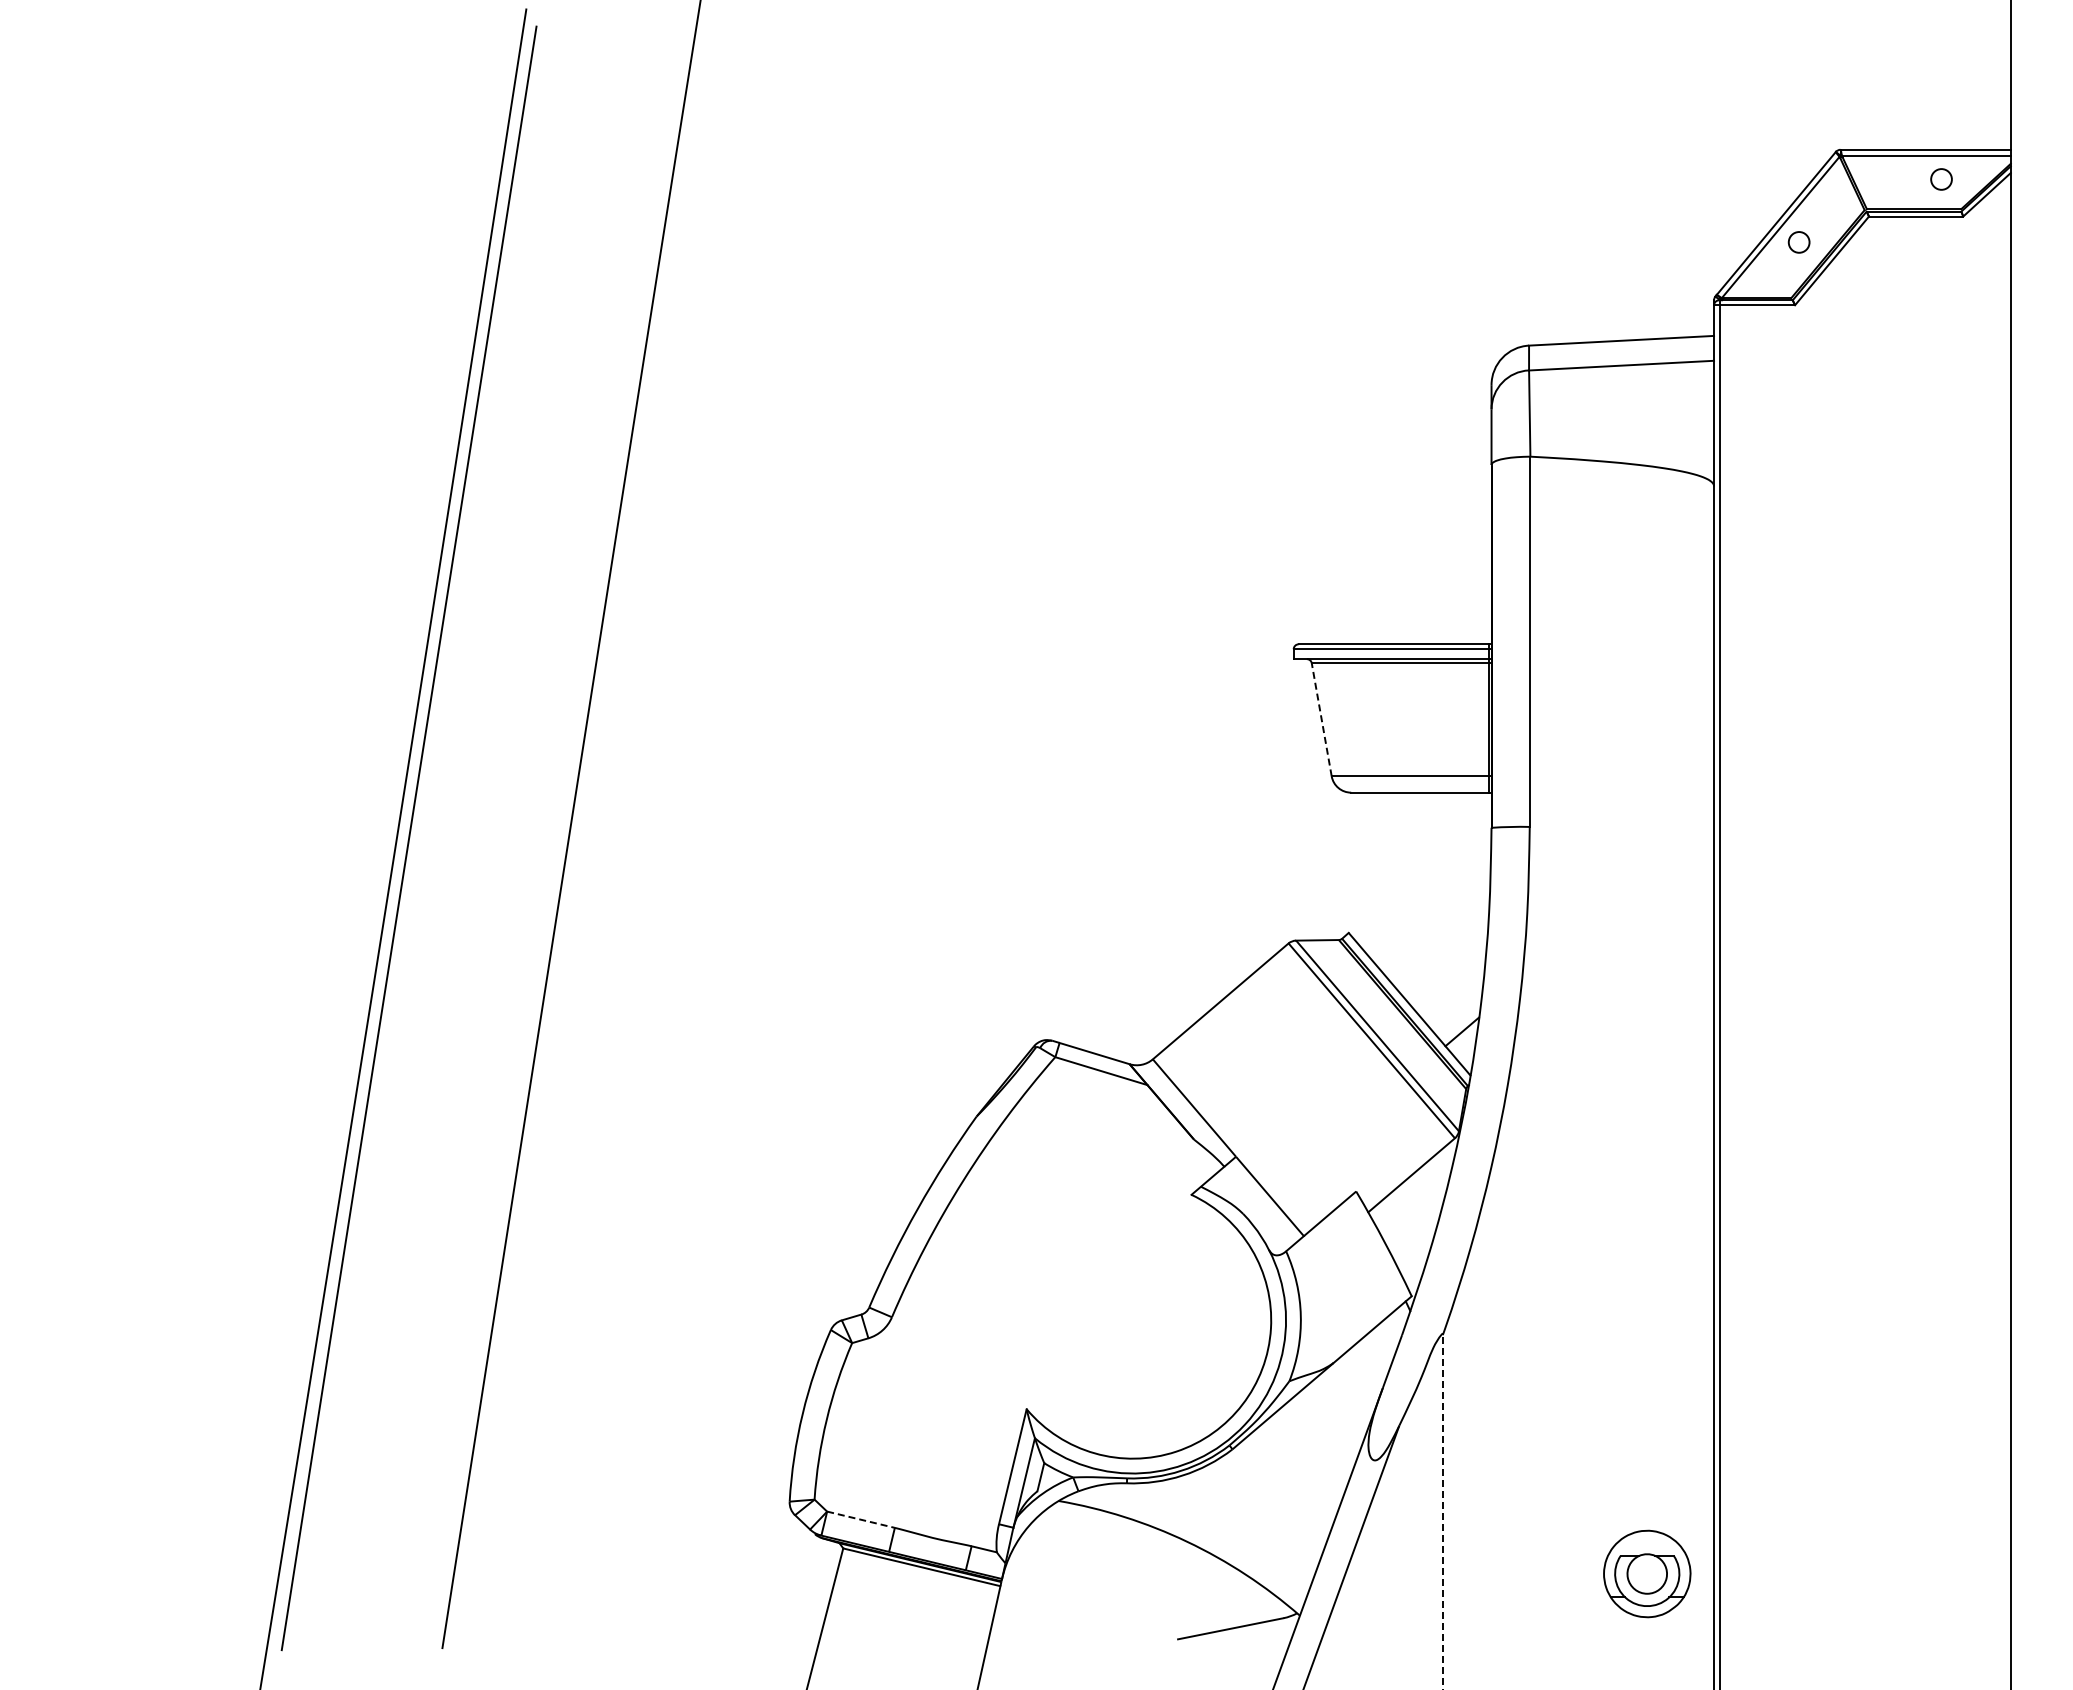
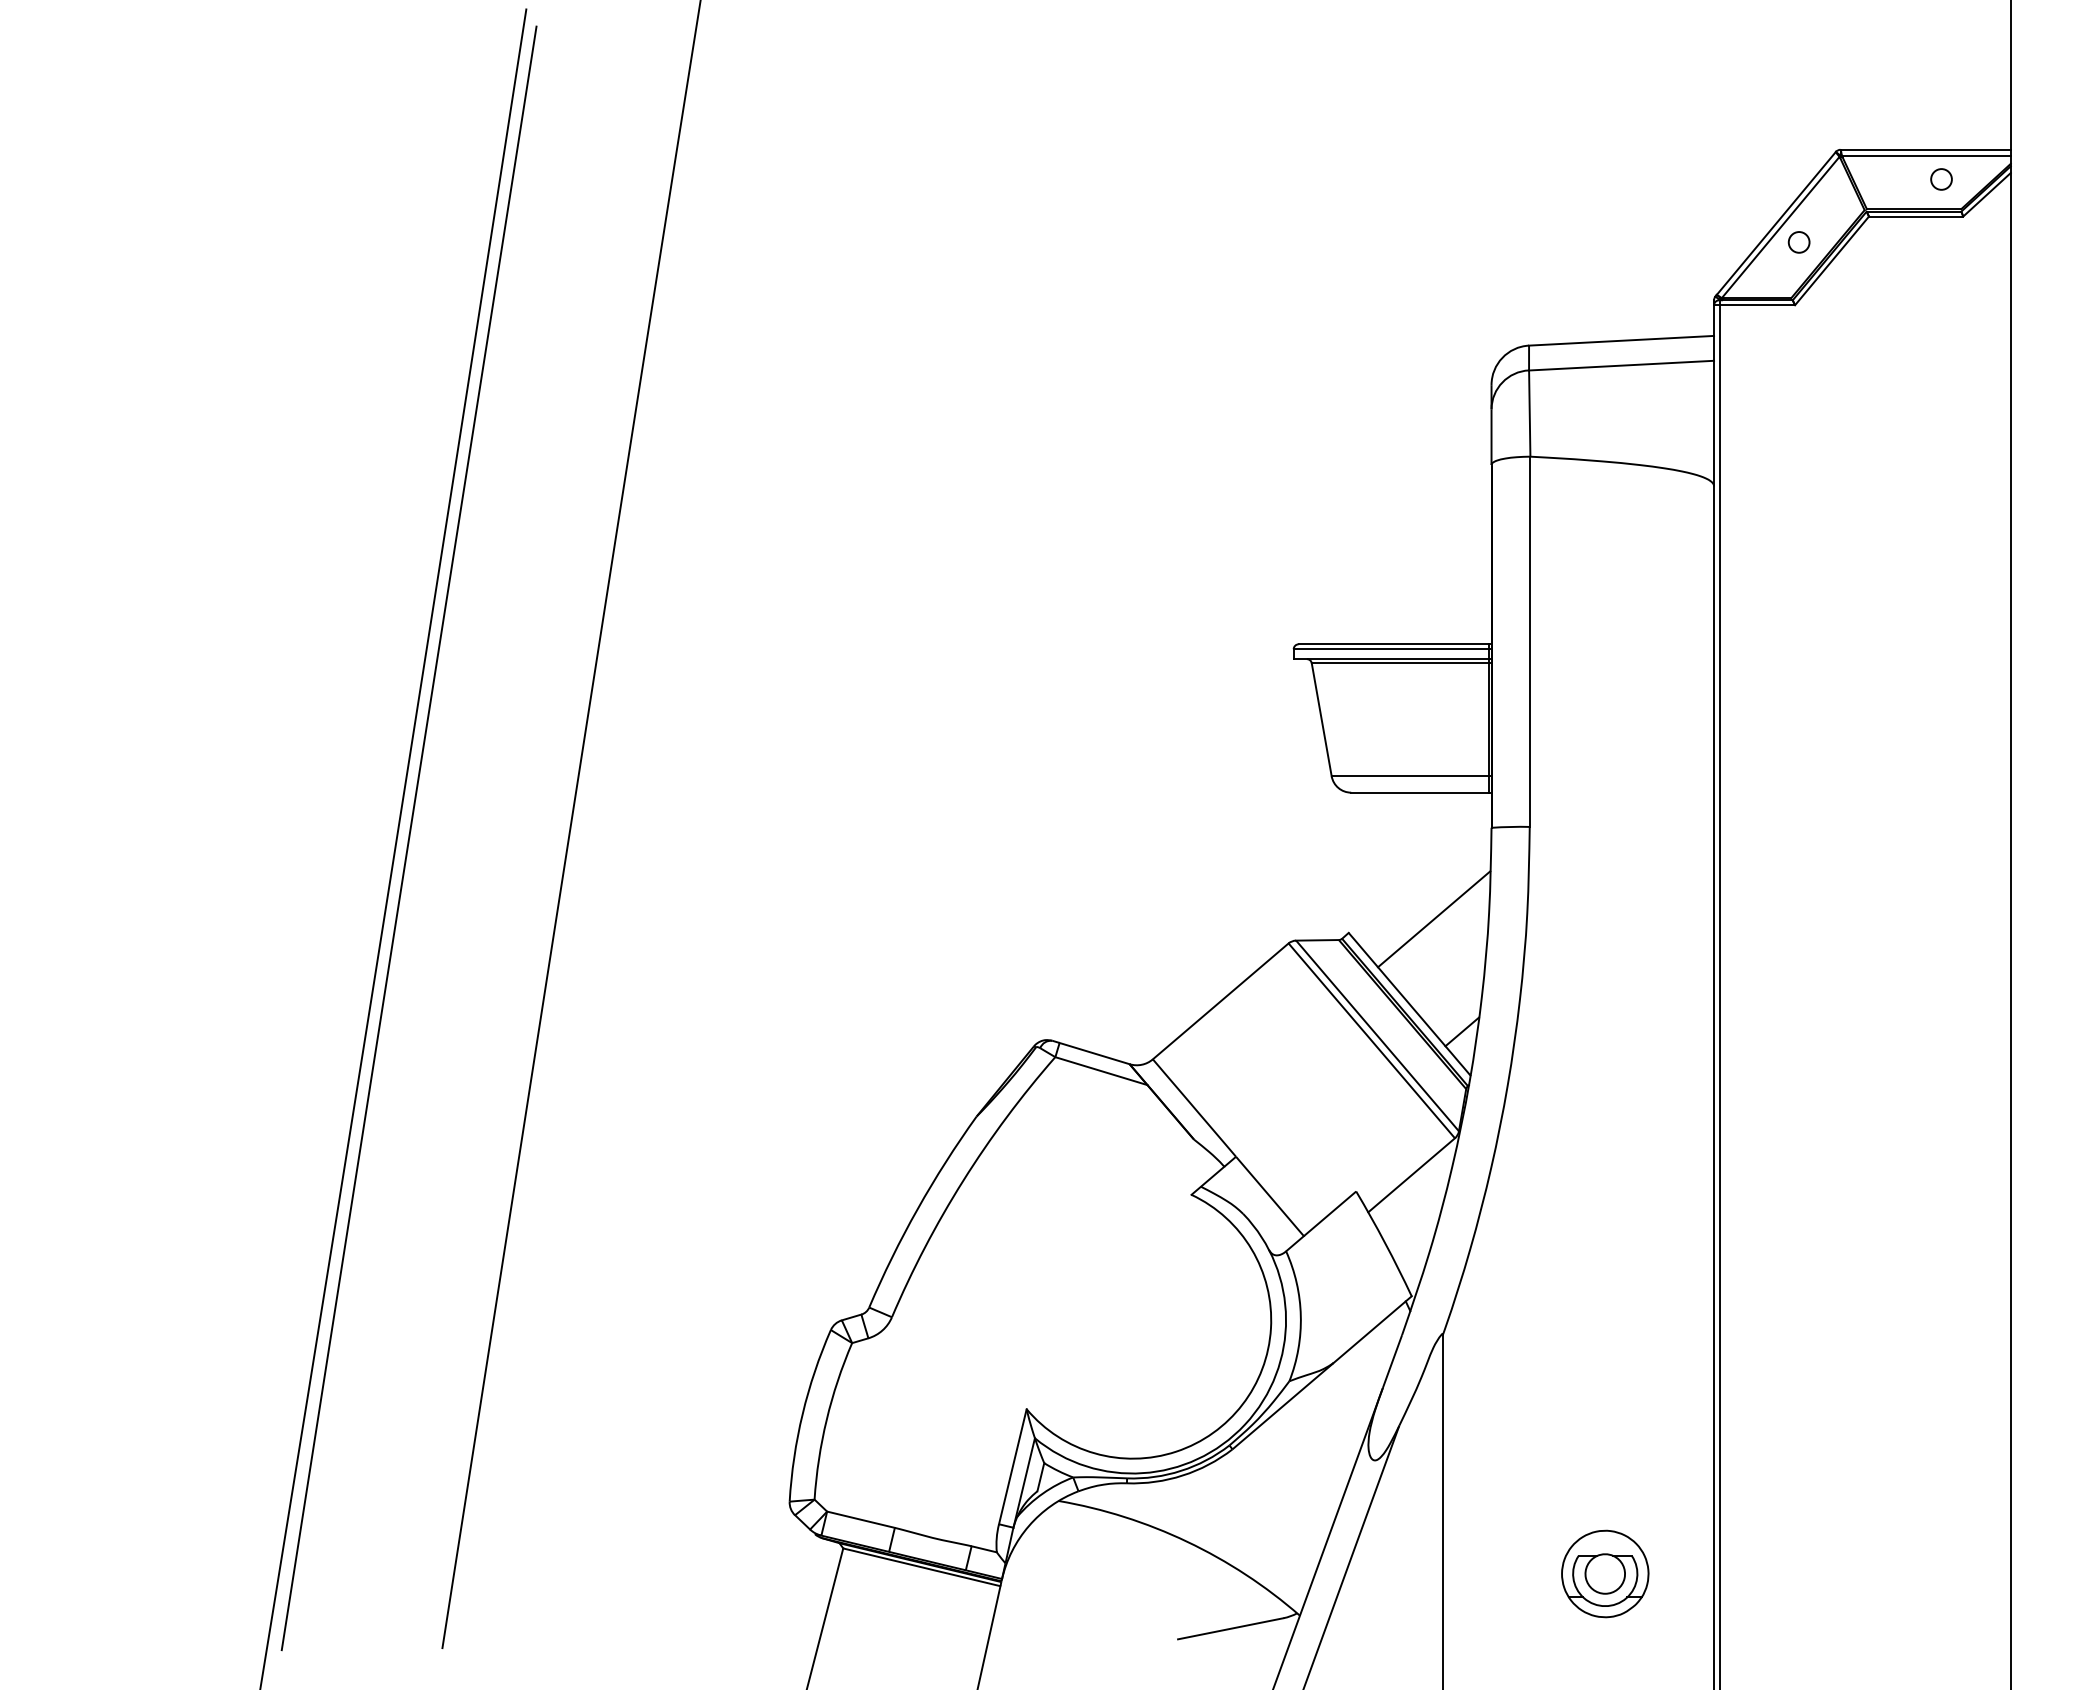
line at (1321, 719): dashed -> solid
line at (1434, 919): none -> present
line at (1442, 1511): dashed -> solid
line at (861, 1519): dashed -> solid
part at (1647, 1573) position: (1647, 1573) -> (1605, 1573)
